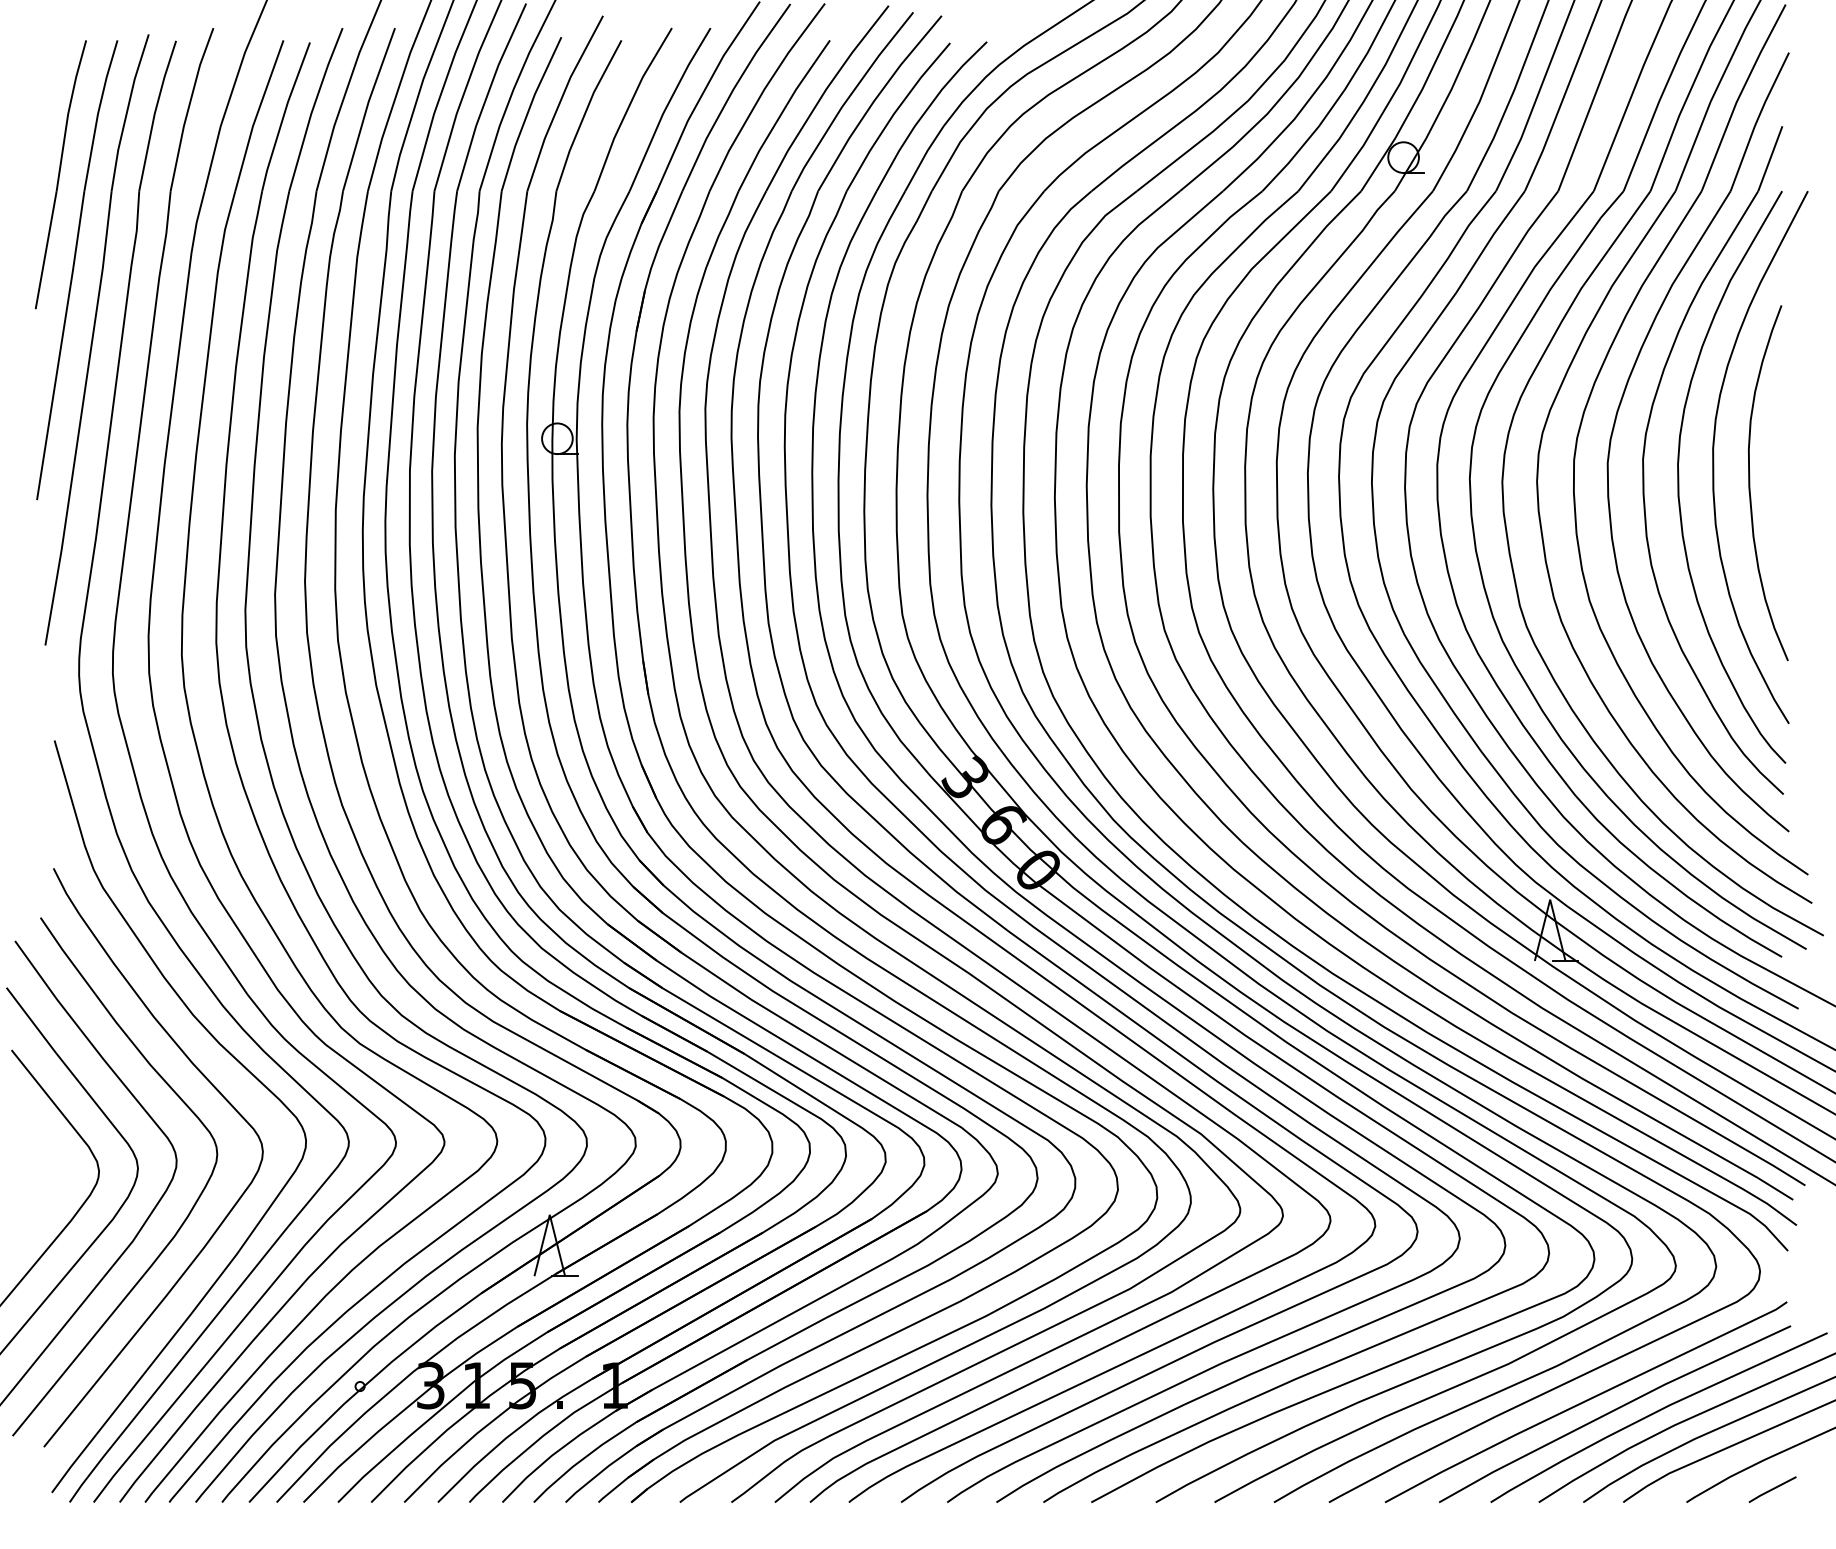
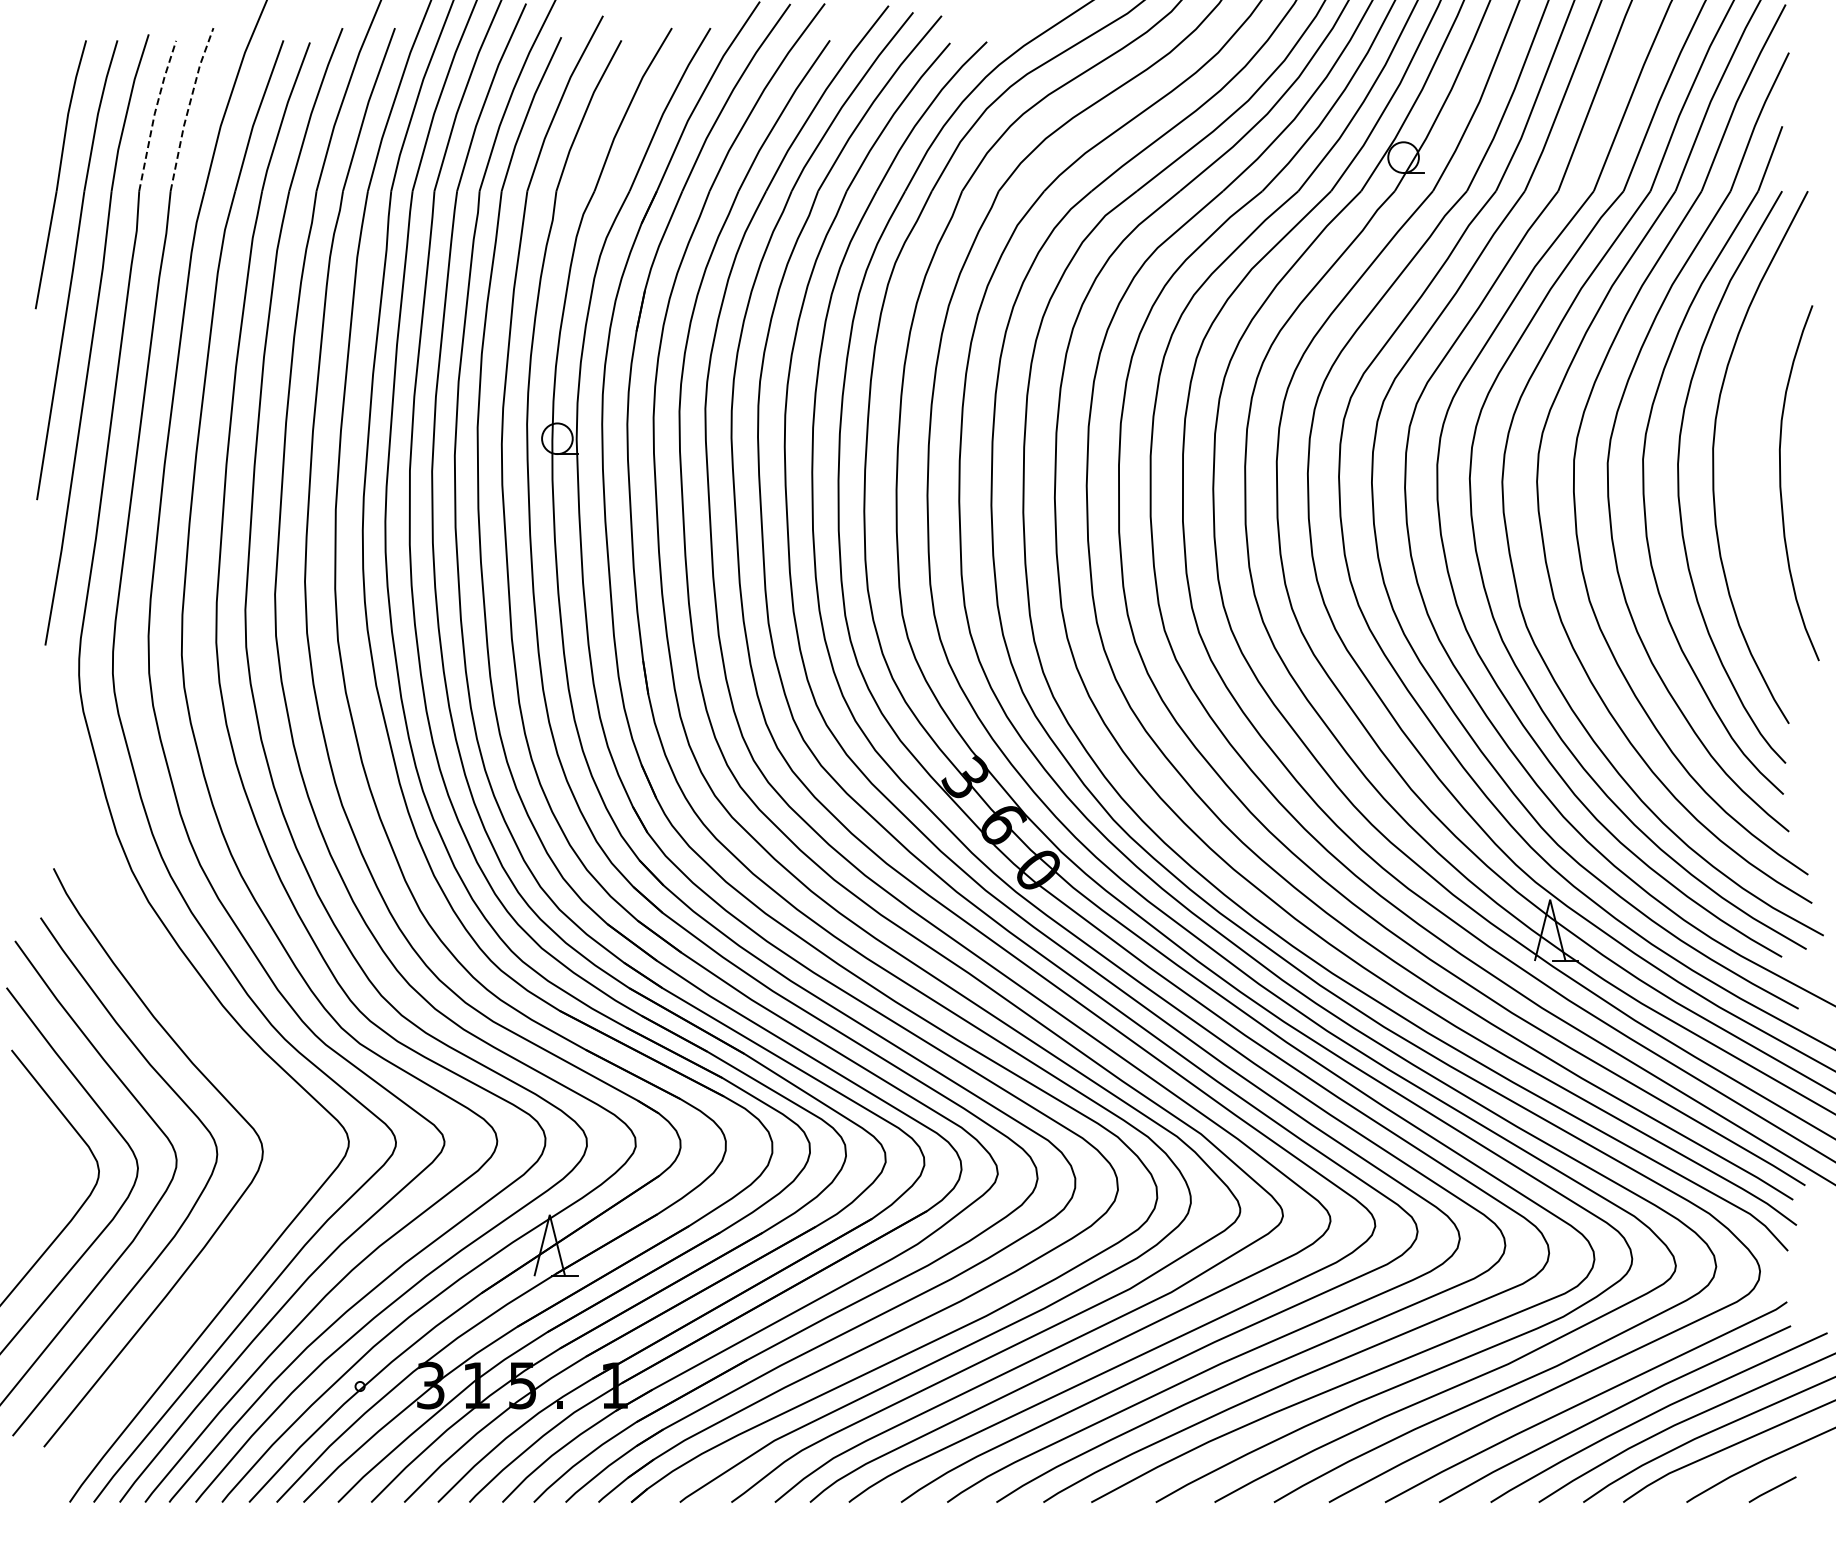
line at (188, 108): solid -> dashed
line at (154, 114): solid -> dashed
curve at (1750, 483) position: (1750, 483) -> (1781, 483)
curve at (232, 1057): present -> none
